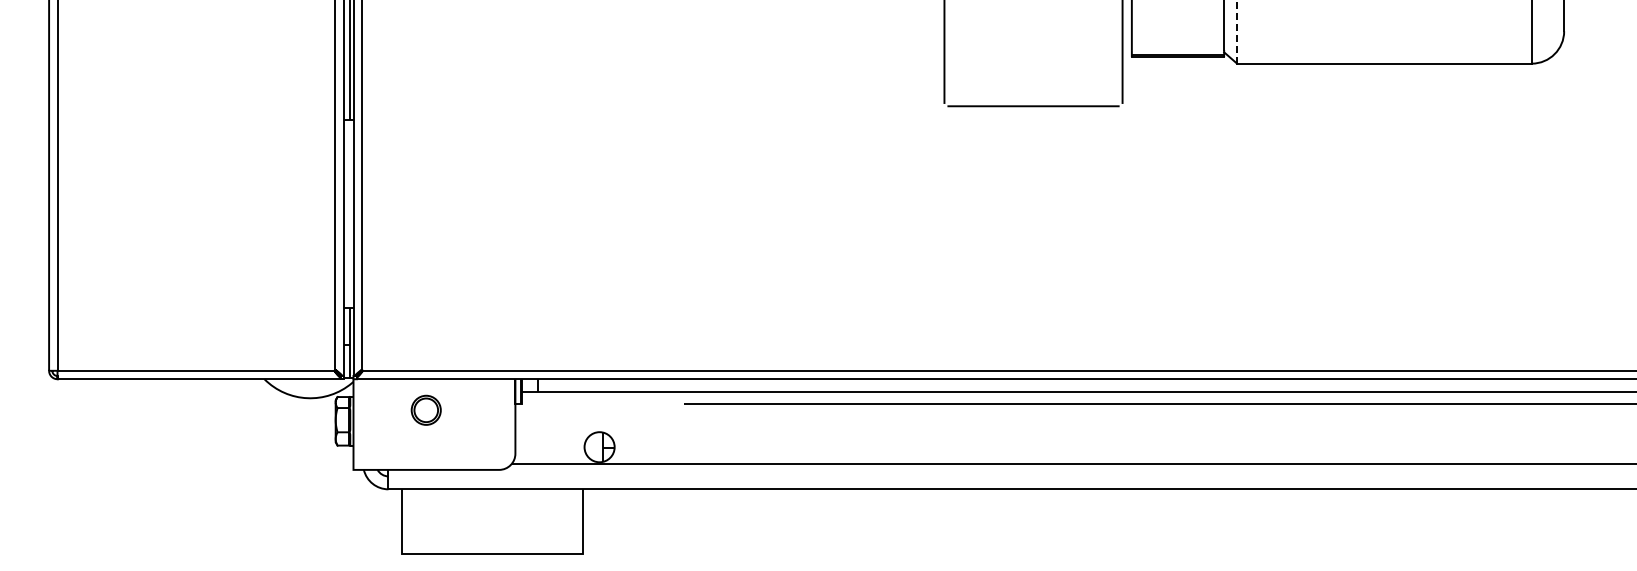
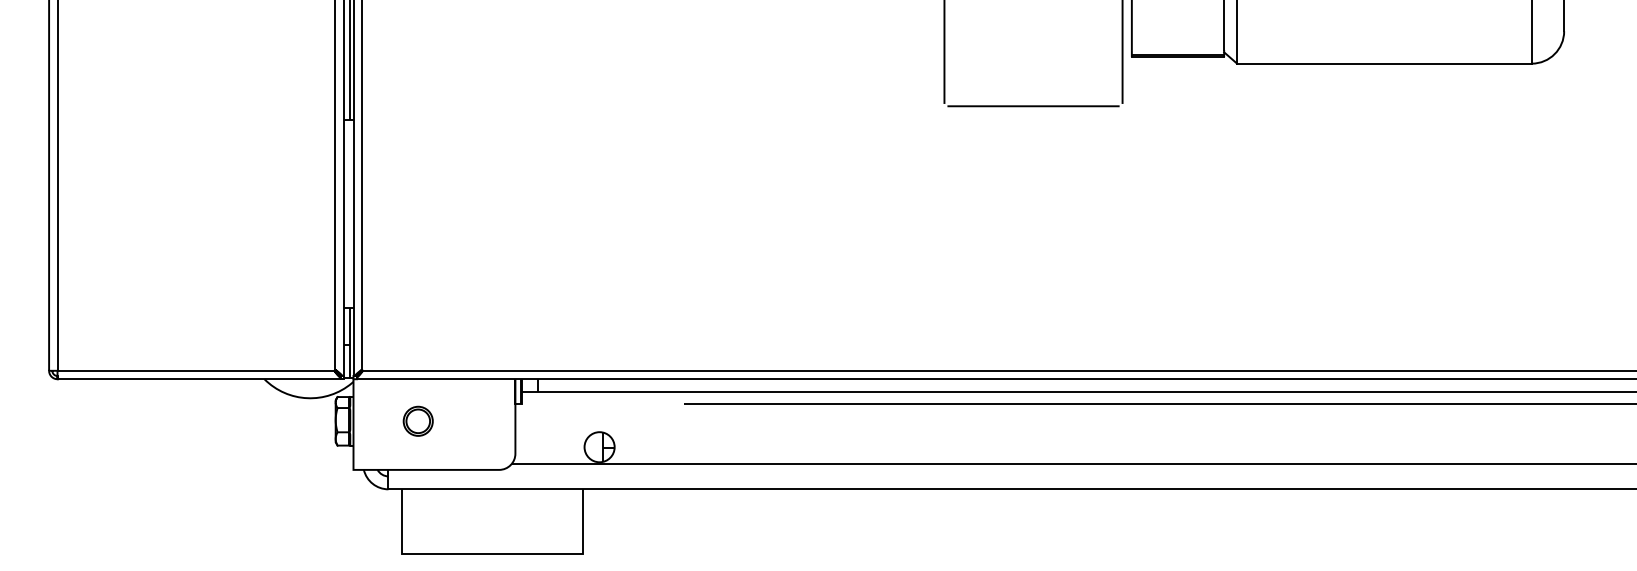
line at (1237, 31): dashed -> solid
part at (425, 409) position: (425, 409) -> (417, 420)
